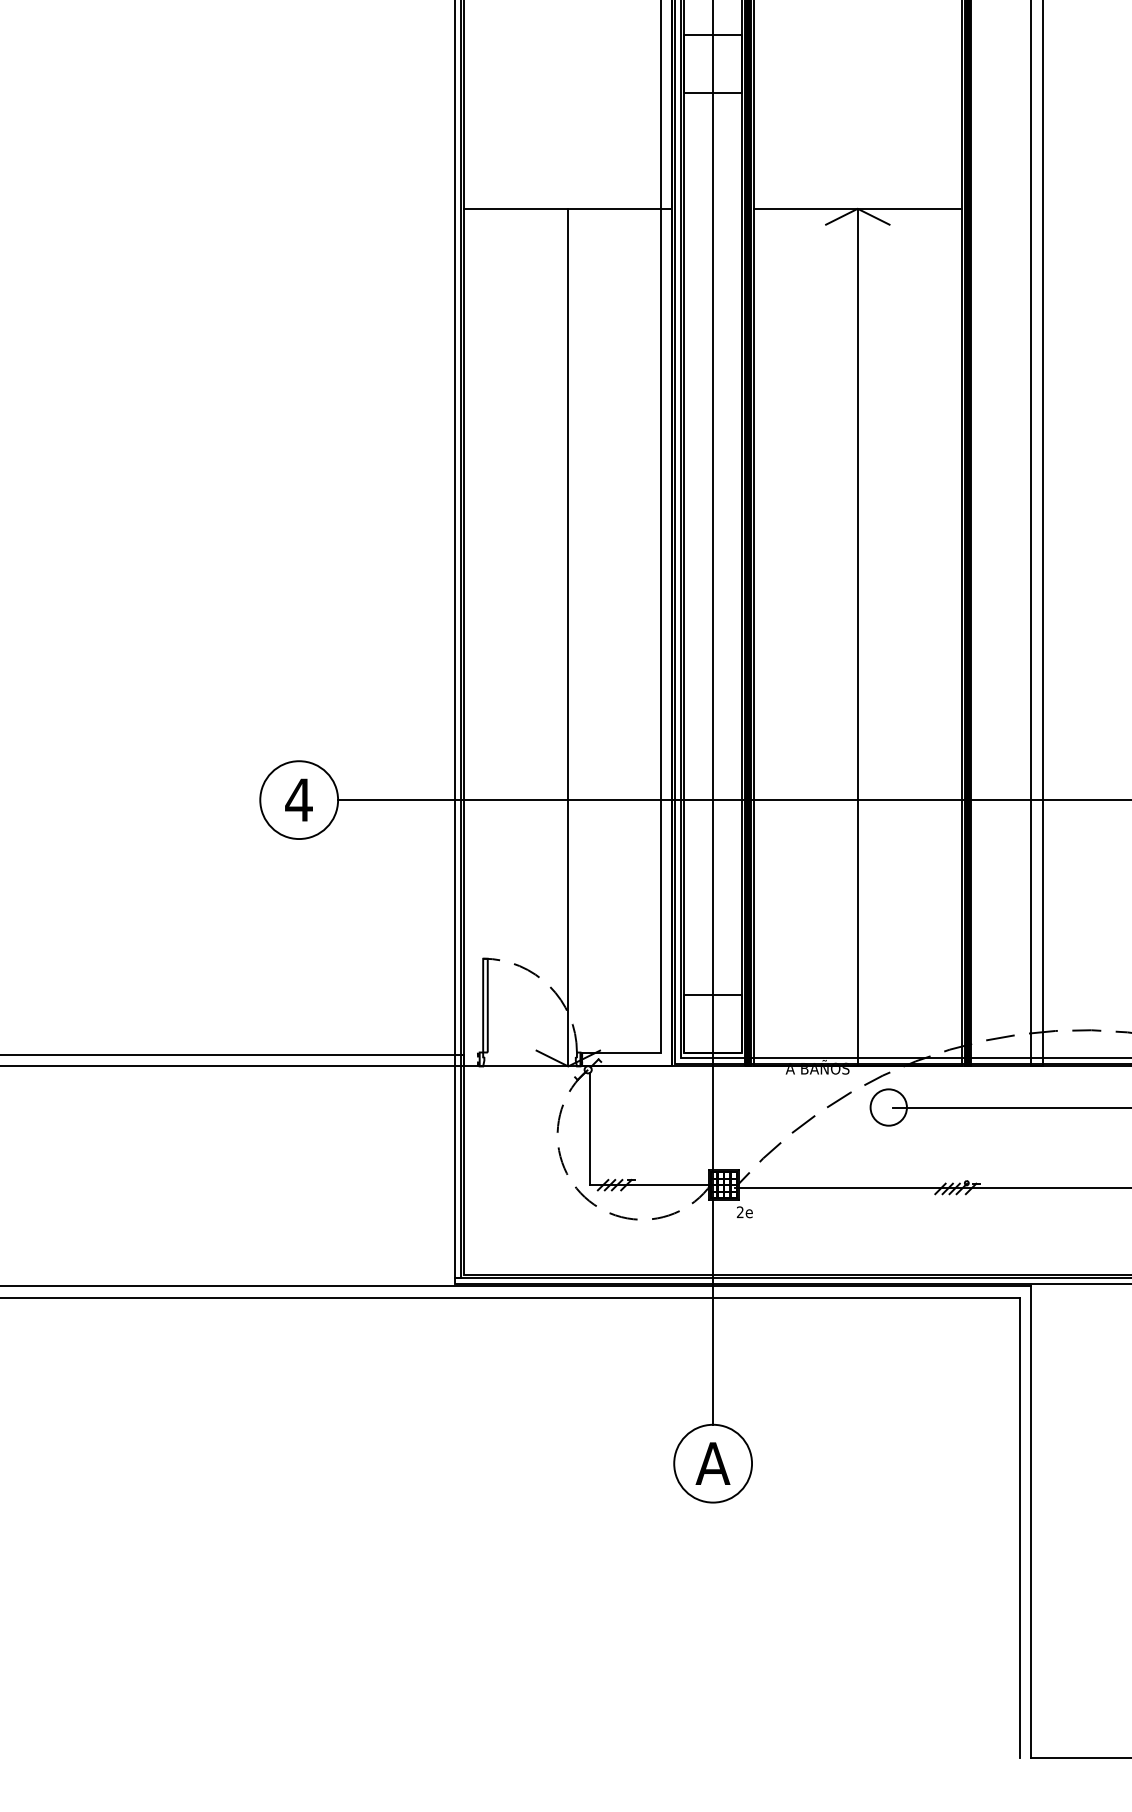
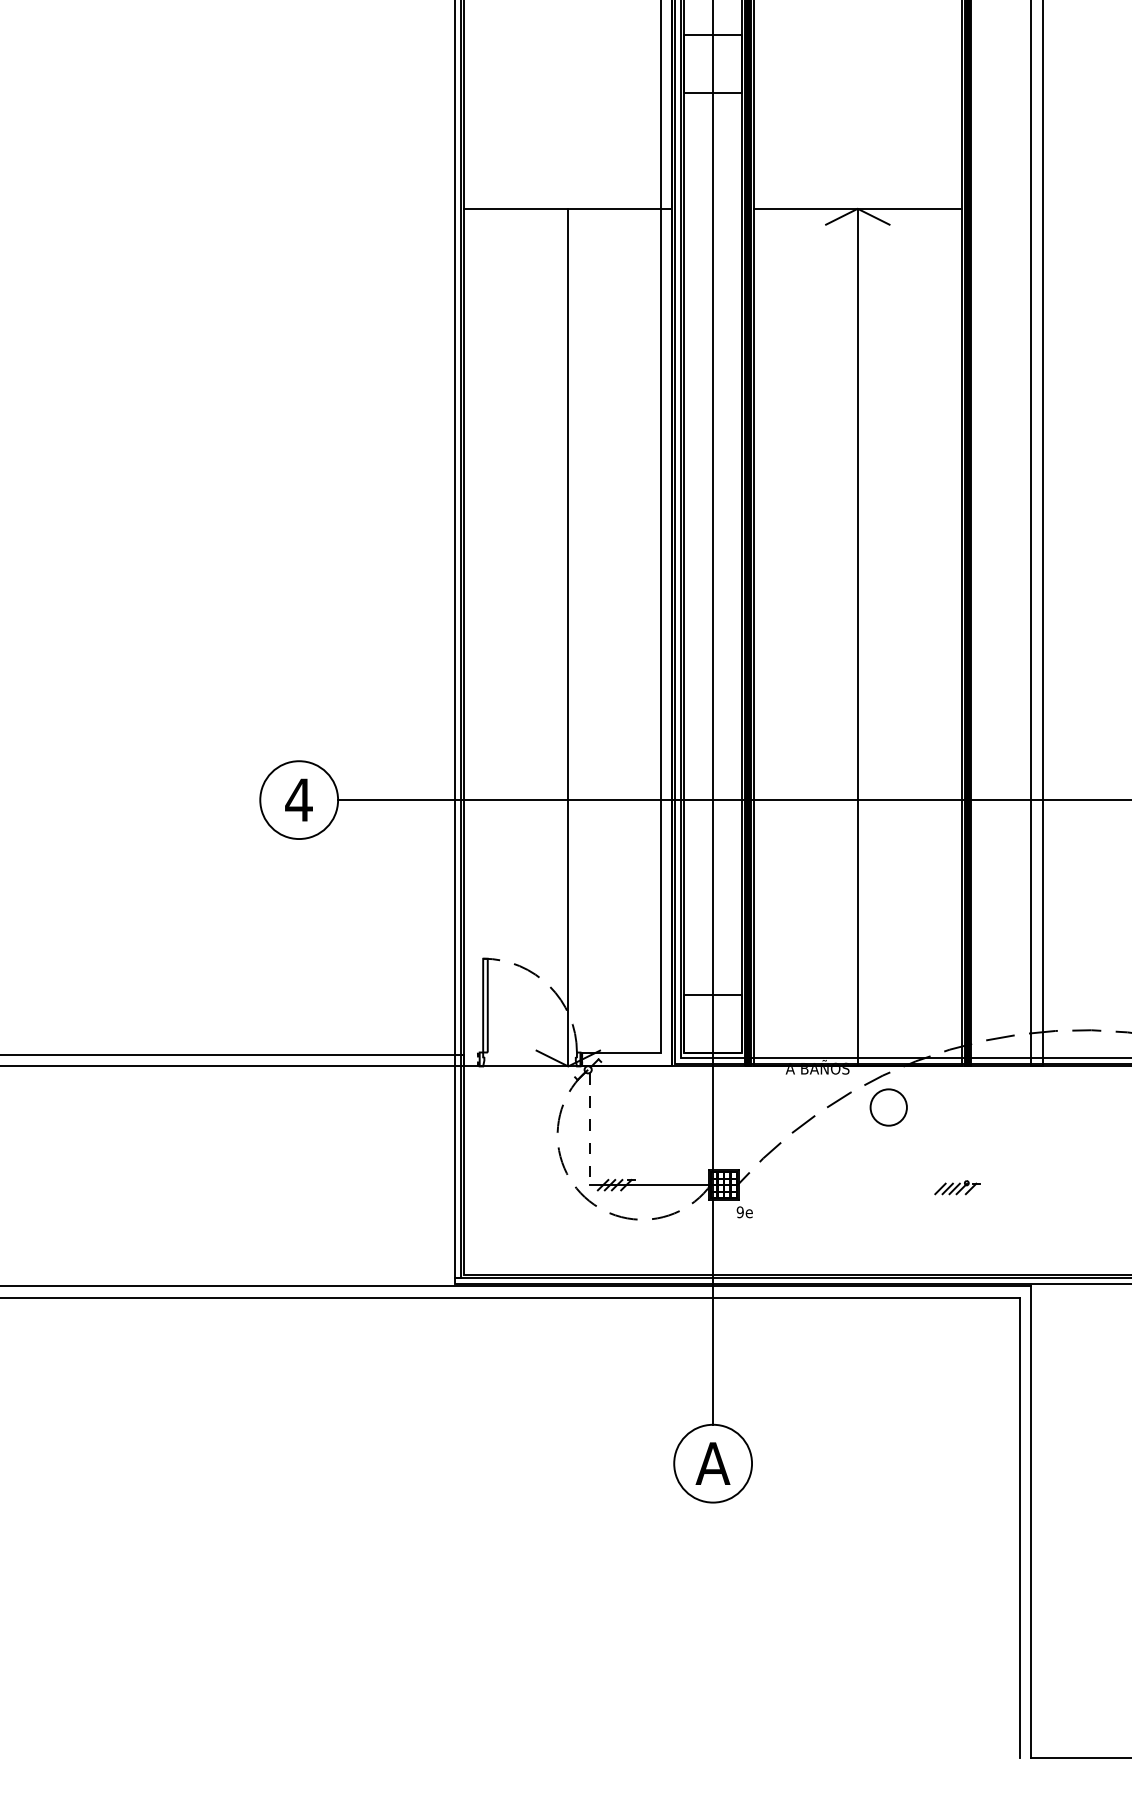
line at (1010, 1108): present -> none
line at (589, 1129): solid -> dashed
line at (931, 1188): present -> none
text at (739, 1212): 2e -> 9e
